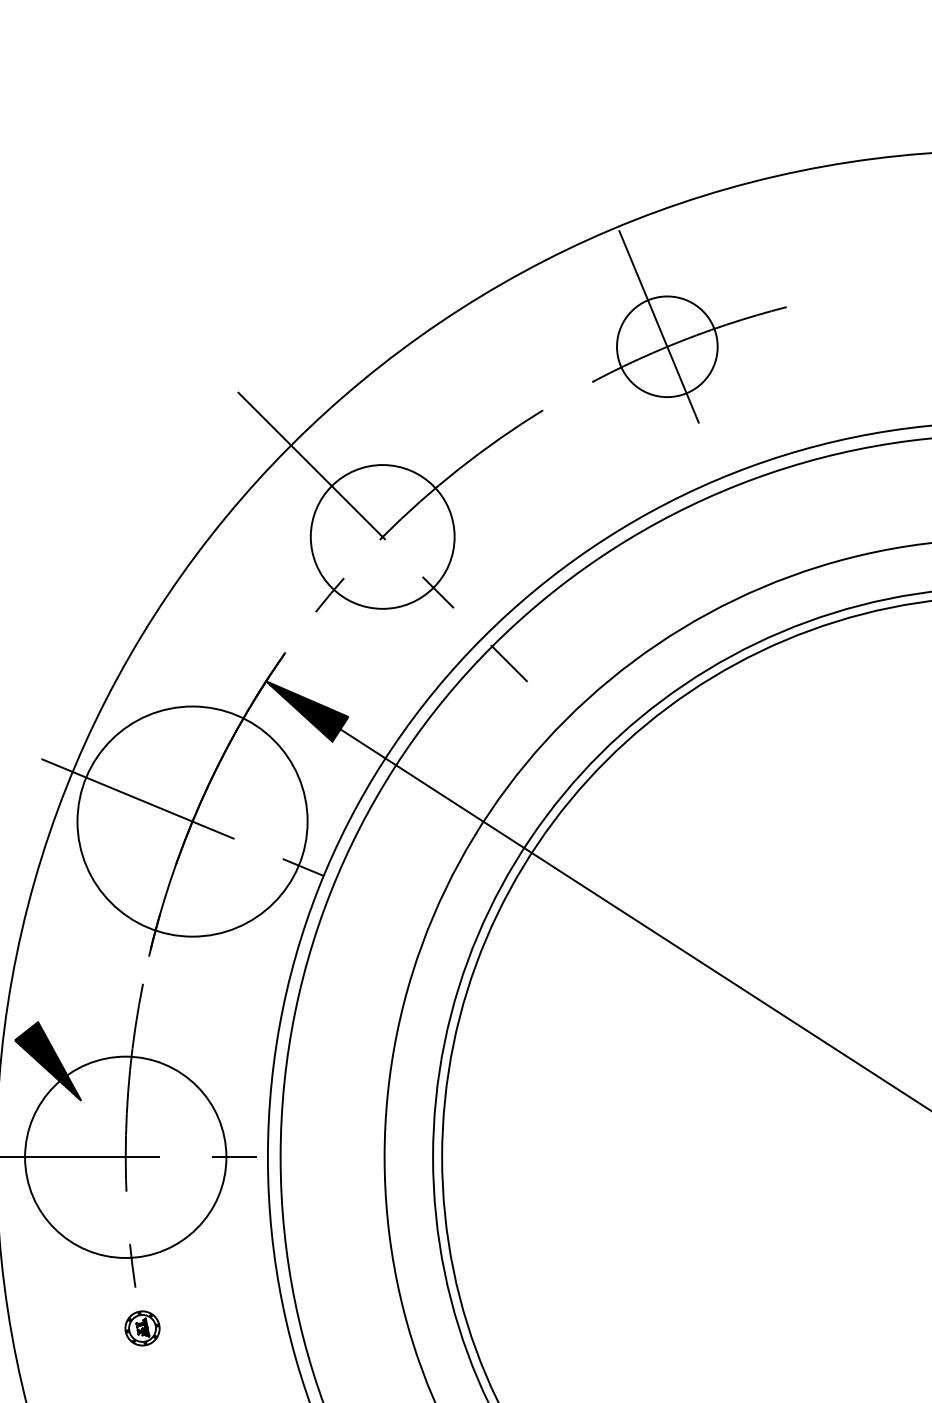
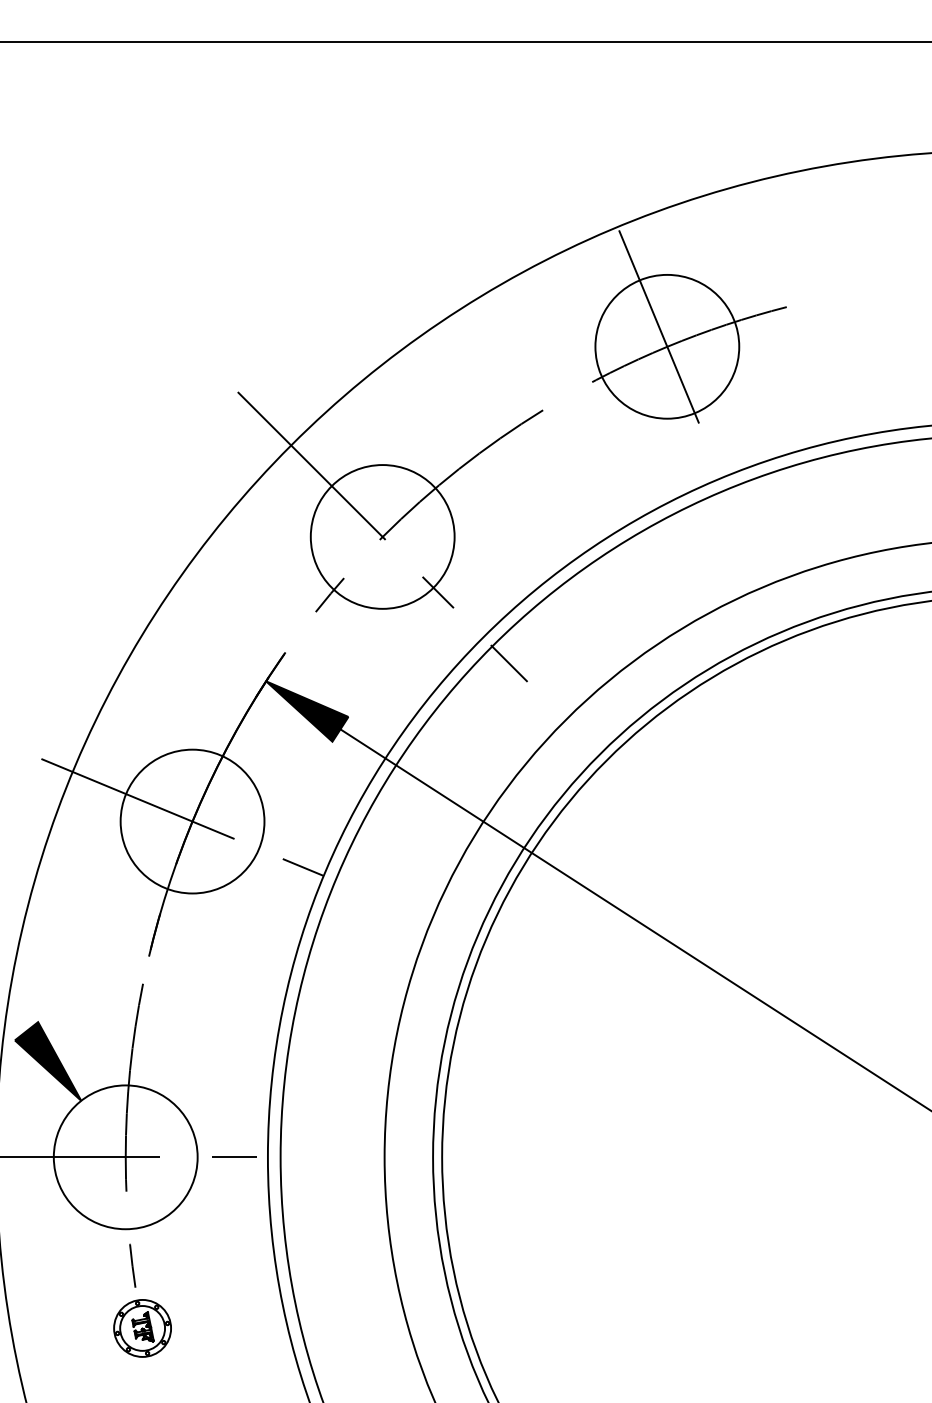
line at (465, 42): none -> present
circle at (667, 346) diameter: 101 px -> 144 px
circle at (192, 821) diameter: 230 px -> 144 px
circle at (125, 1157) diameter: 201 px -> 144 px
part at (142, 1328) size: 37x37 px -> 59x59 px
